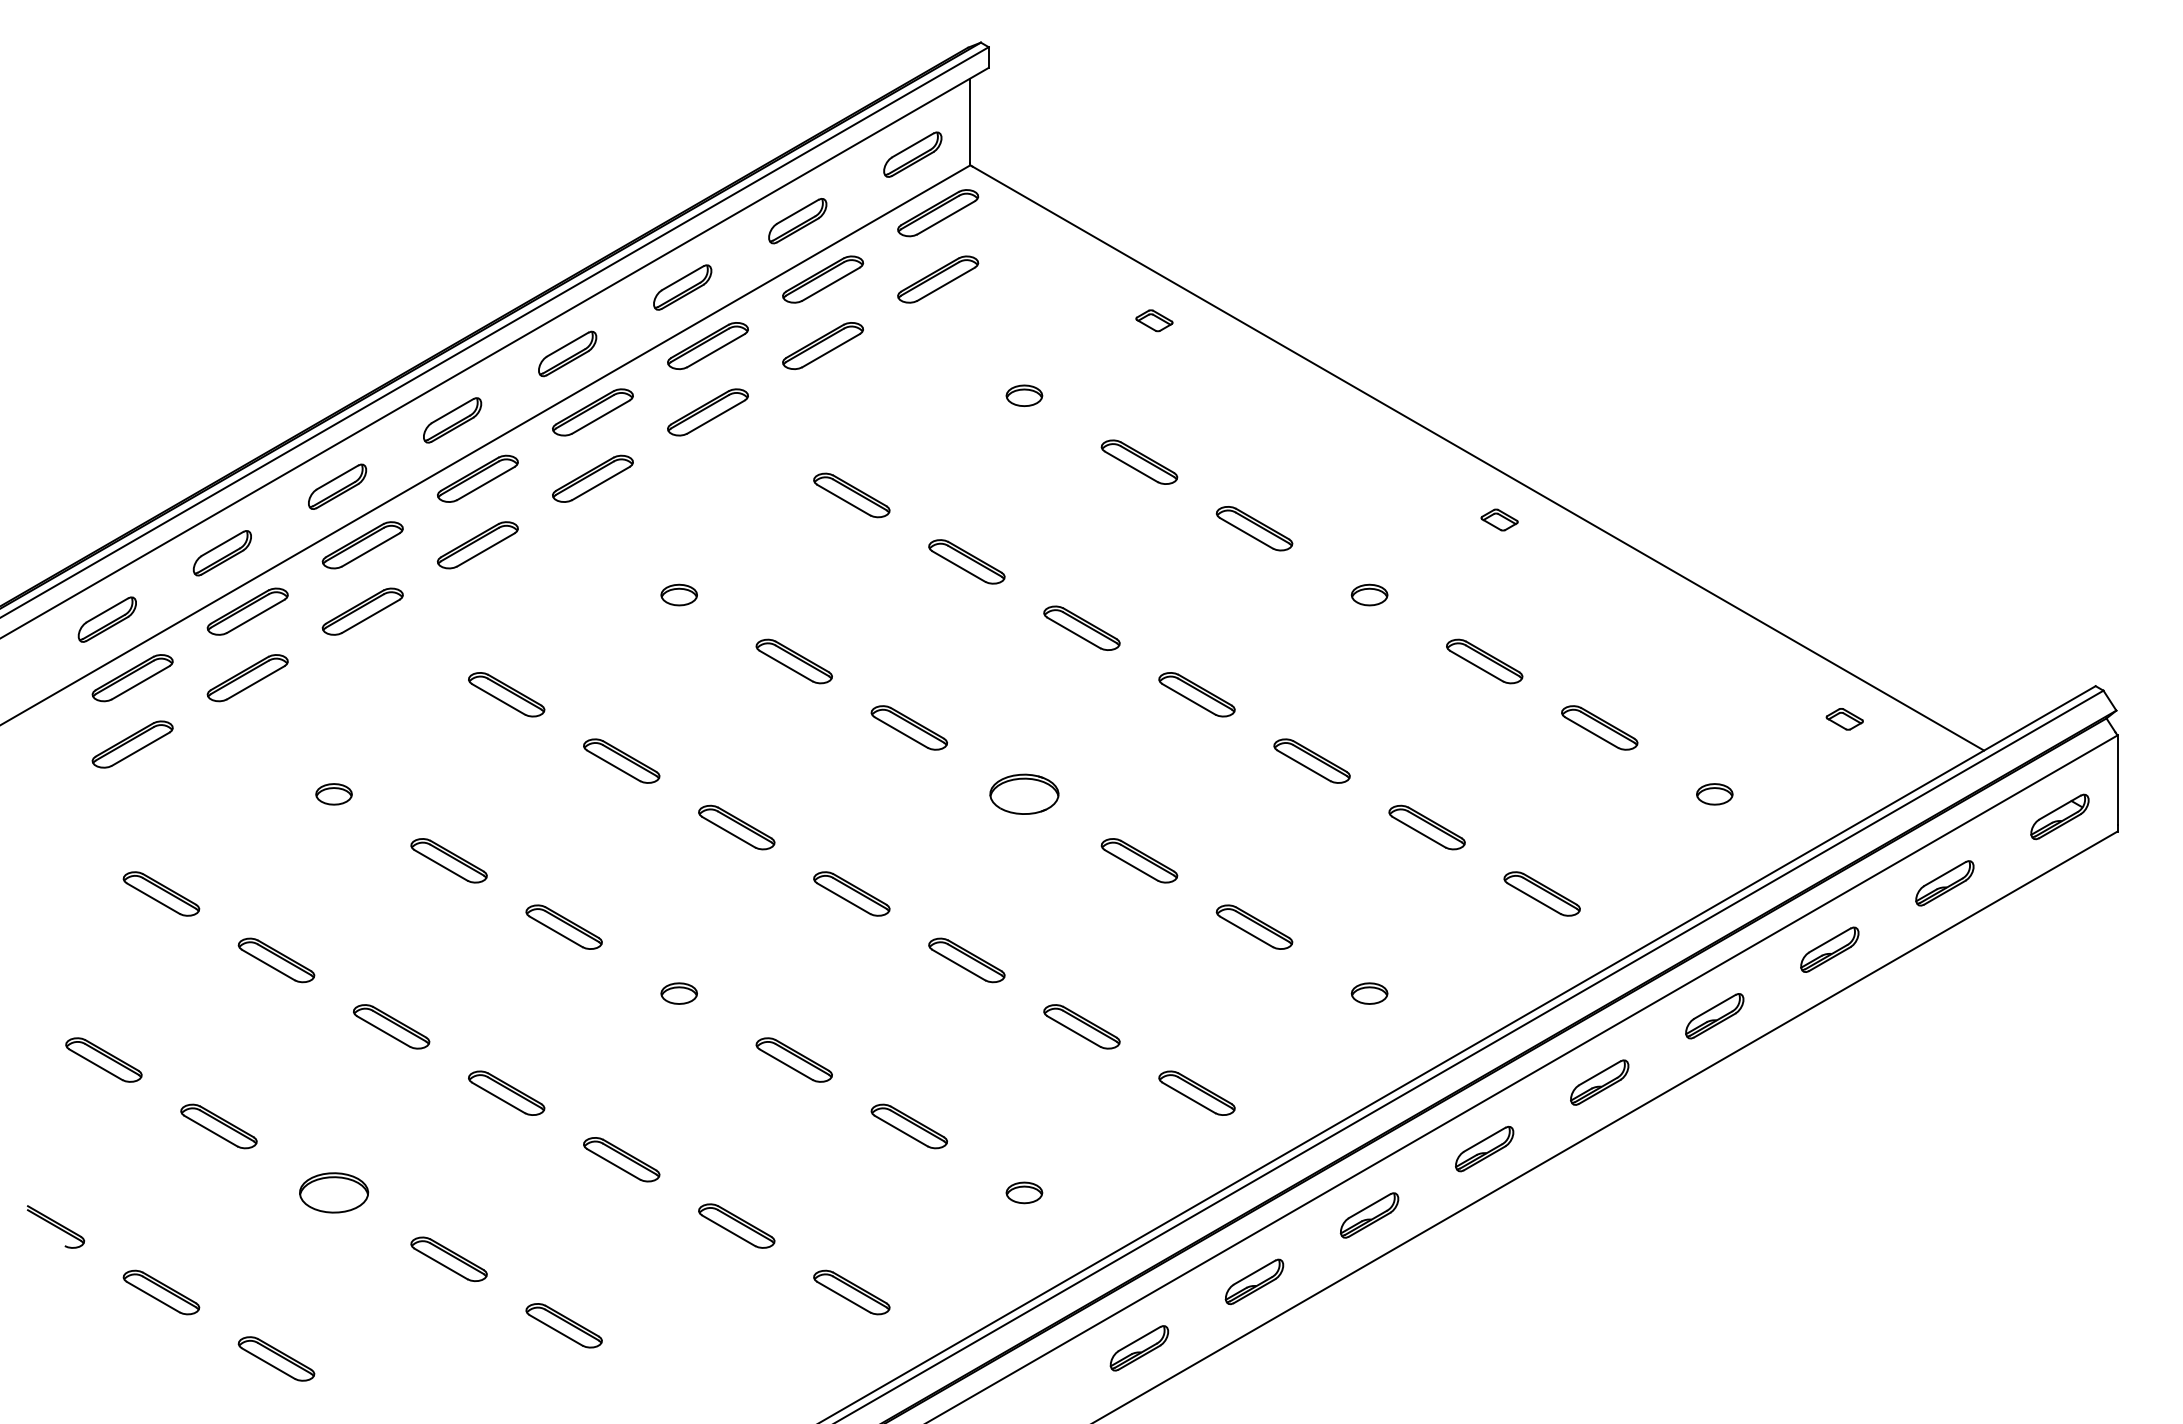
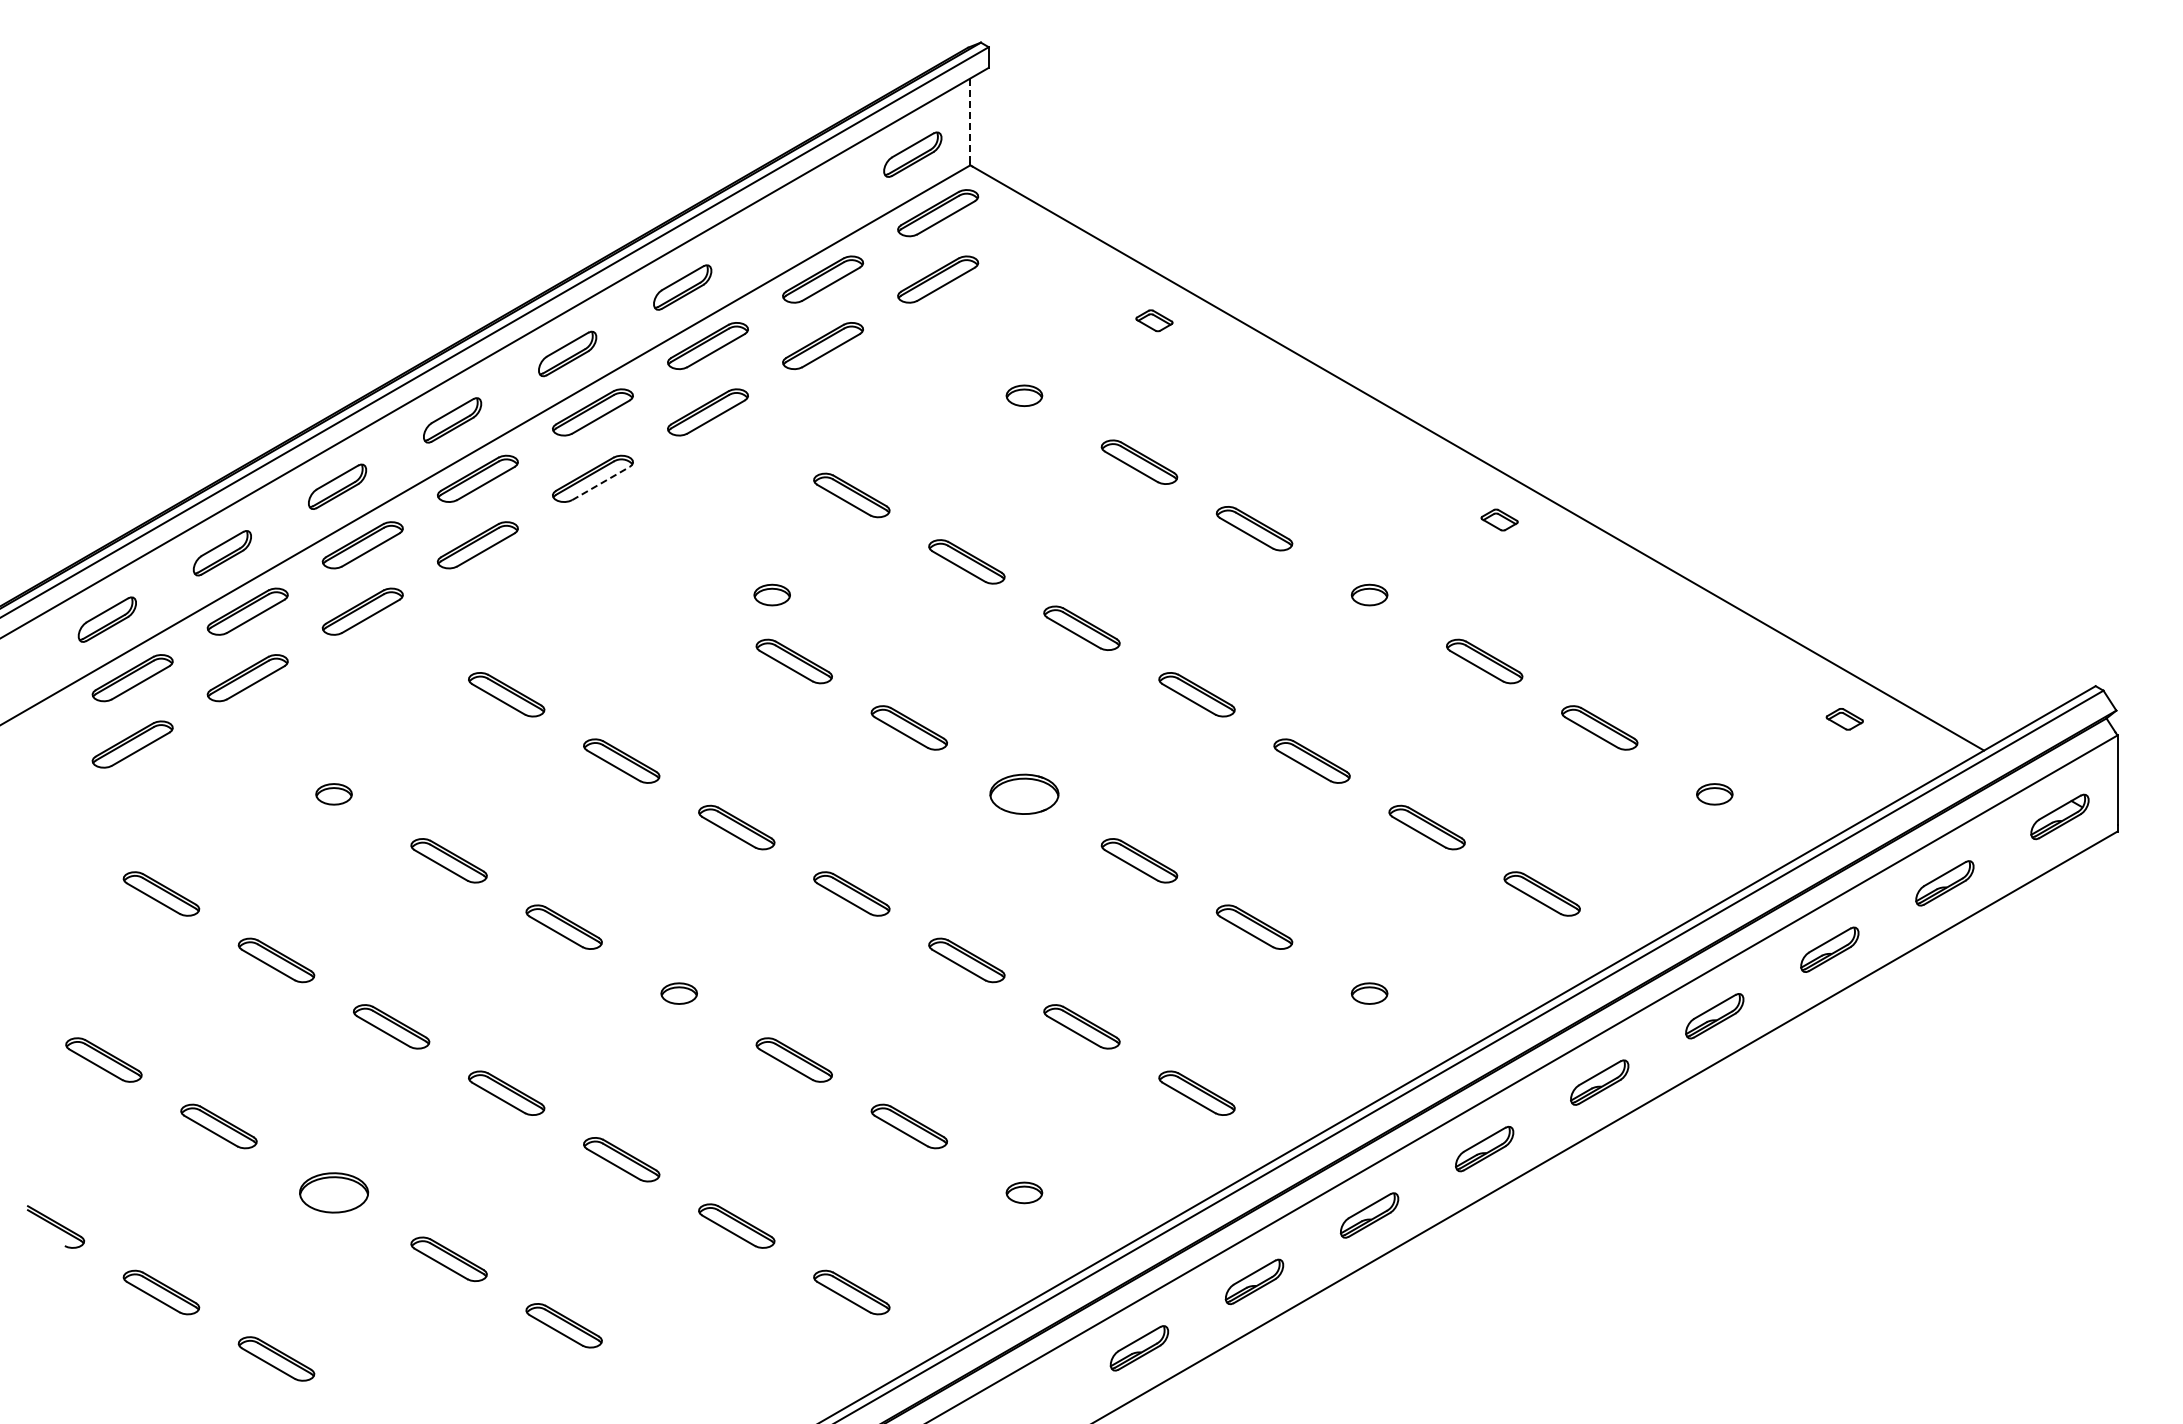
line at (970, 120): solid -> dashed
part at (797, 221): present -> none
line at (601, 483): solid -> dashed
part at (678, 594) position: (678, 594) -> (771, 594)
